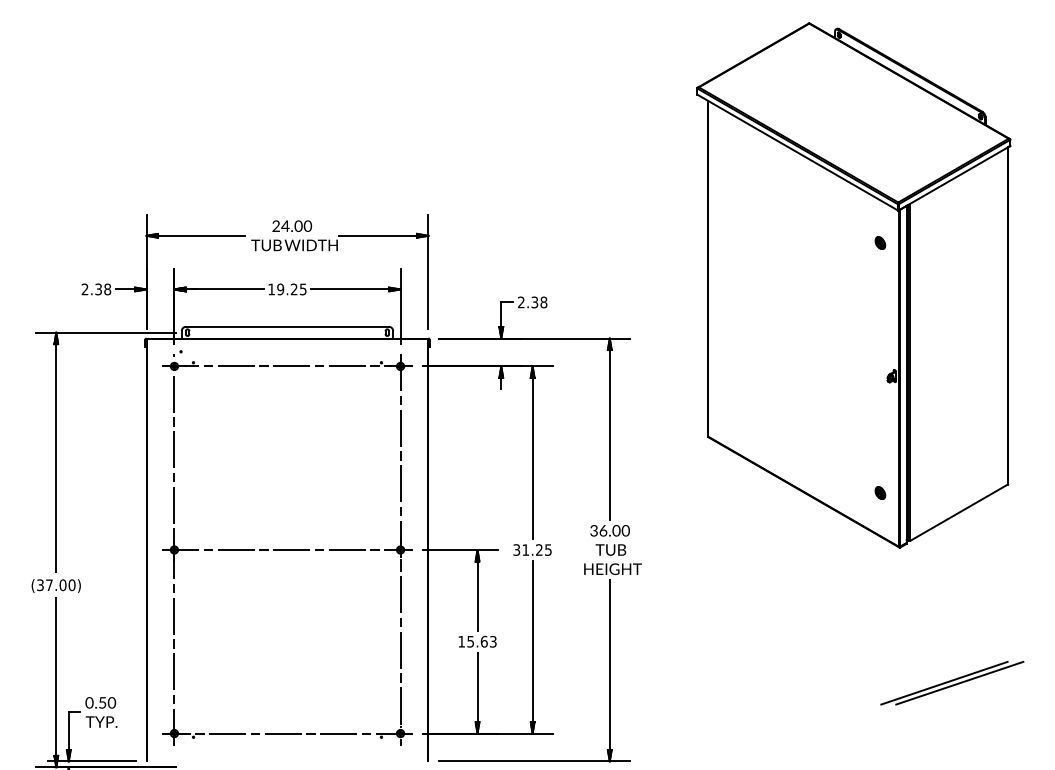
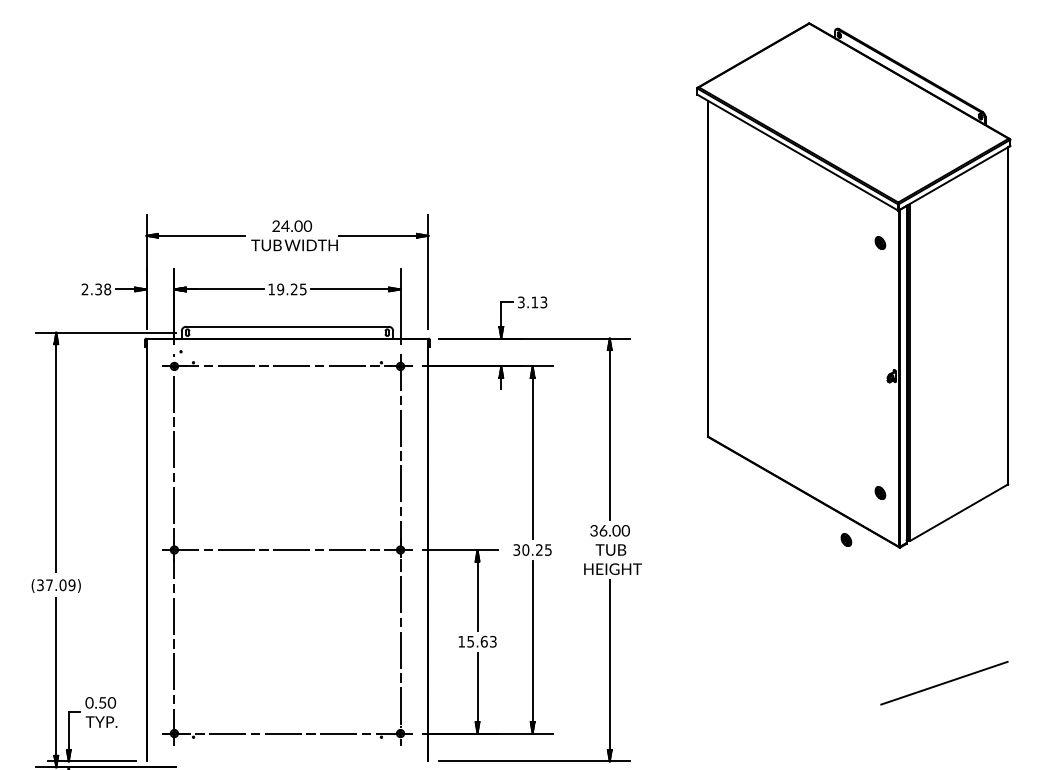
text at (532, 302): 2.38 -> 3.13
part at (846, 539): none -> present
text at (525, 549): 31.25 -> 30.25
text at (71, 585): (37.00) -> (37.09)
line at (959, 682): present -> none
